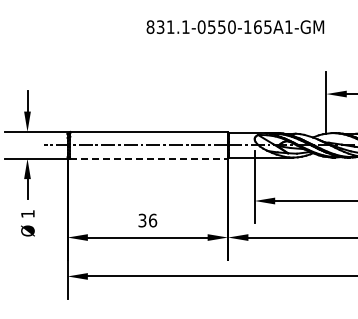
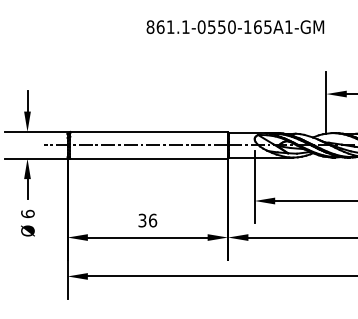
text at (160, 26): 831.1-0550-165A1-GM -> 861.1-0550-165A1-GM
line at (149, 158): dashed -> solid
text at (27, 213): 1 -> 6
